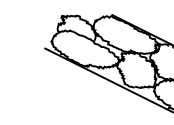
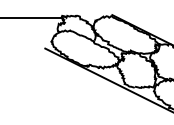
line at (32, 18): none -> present
